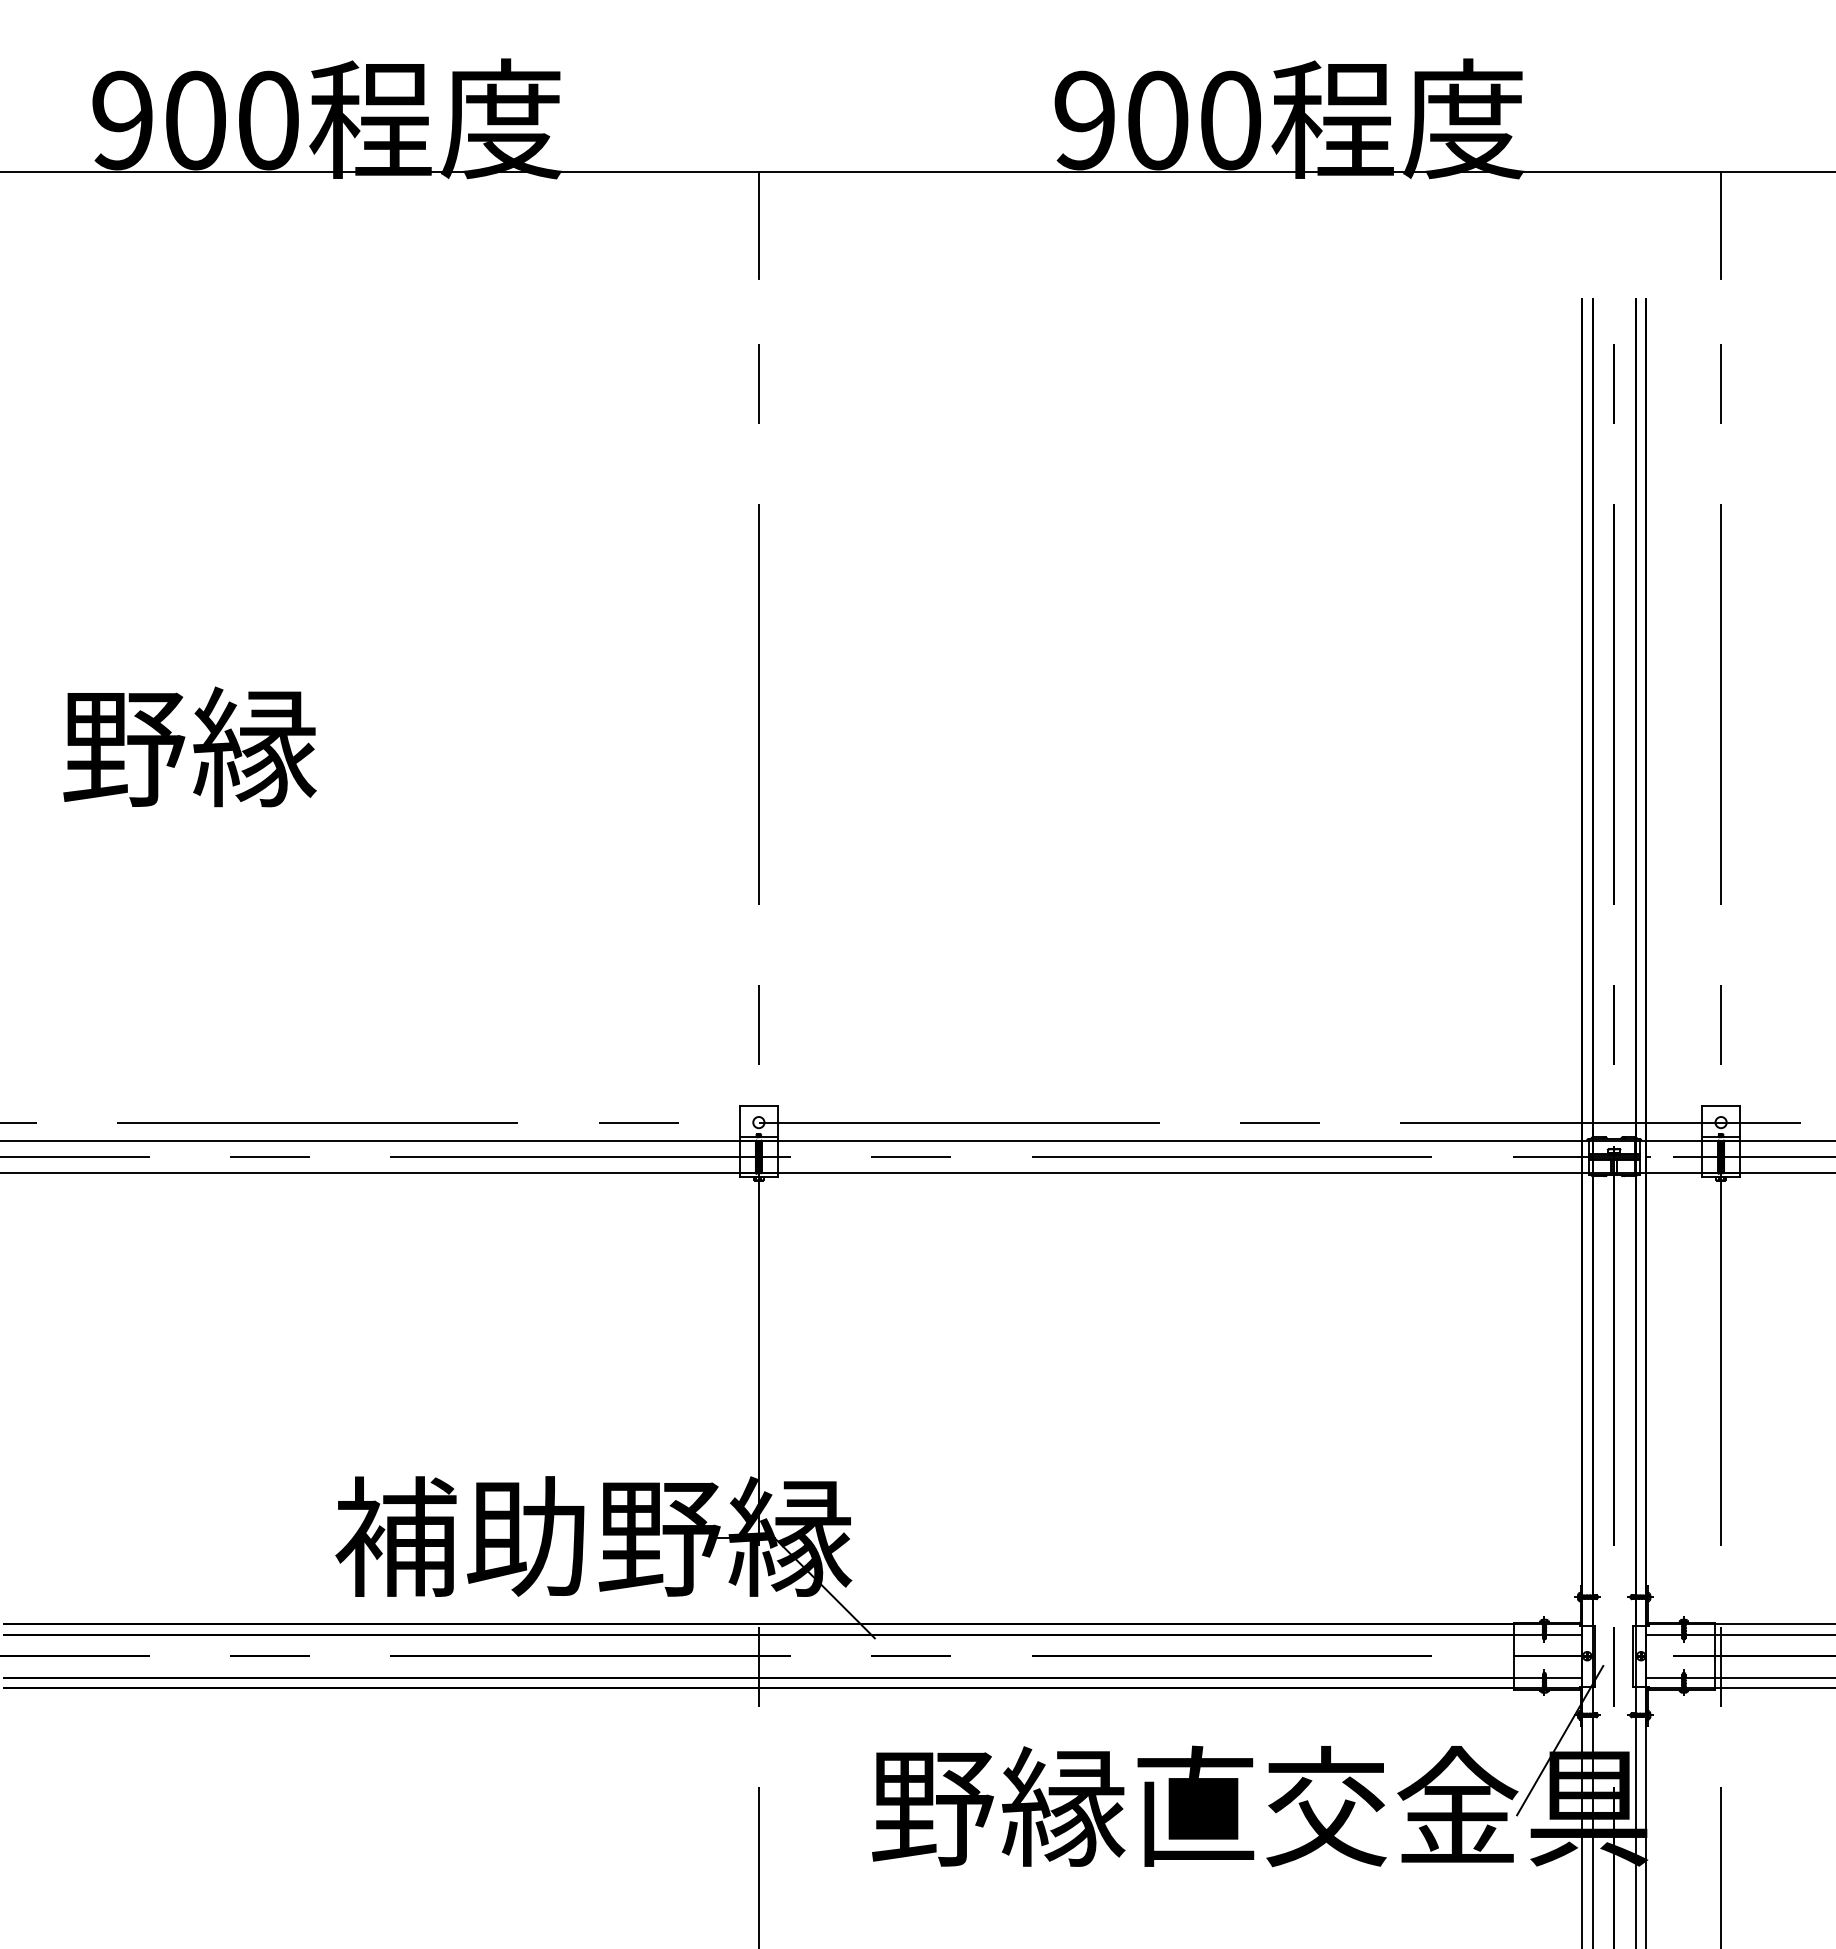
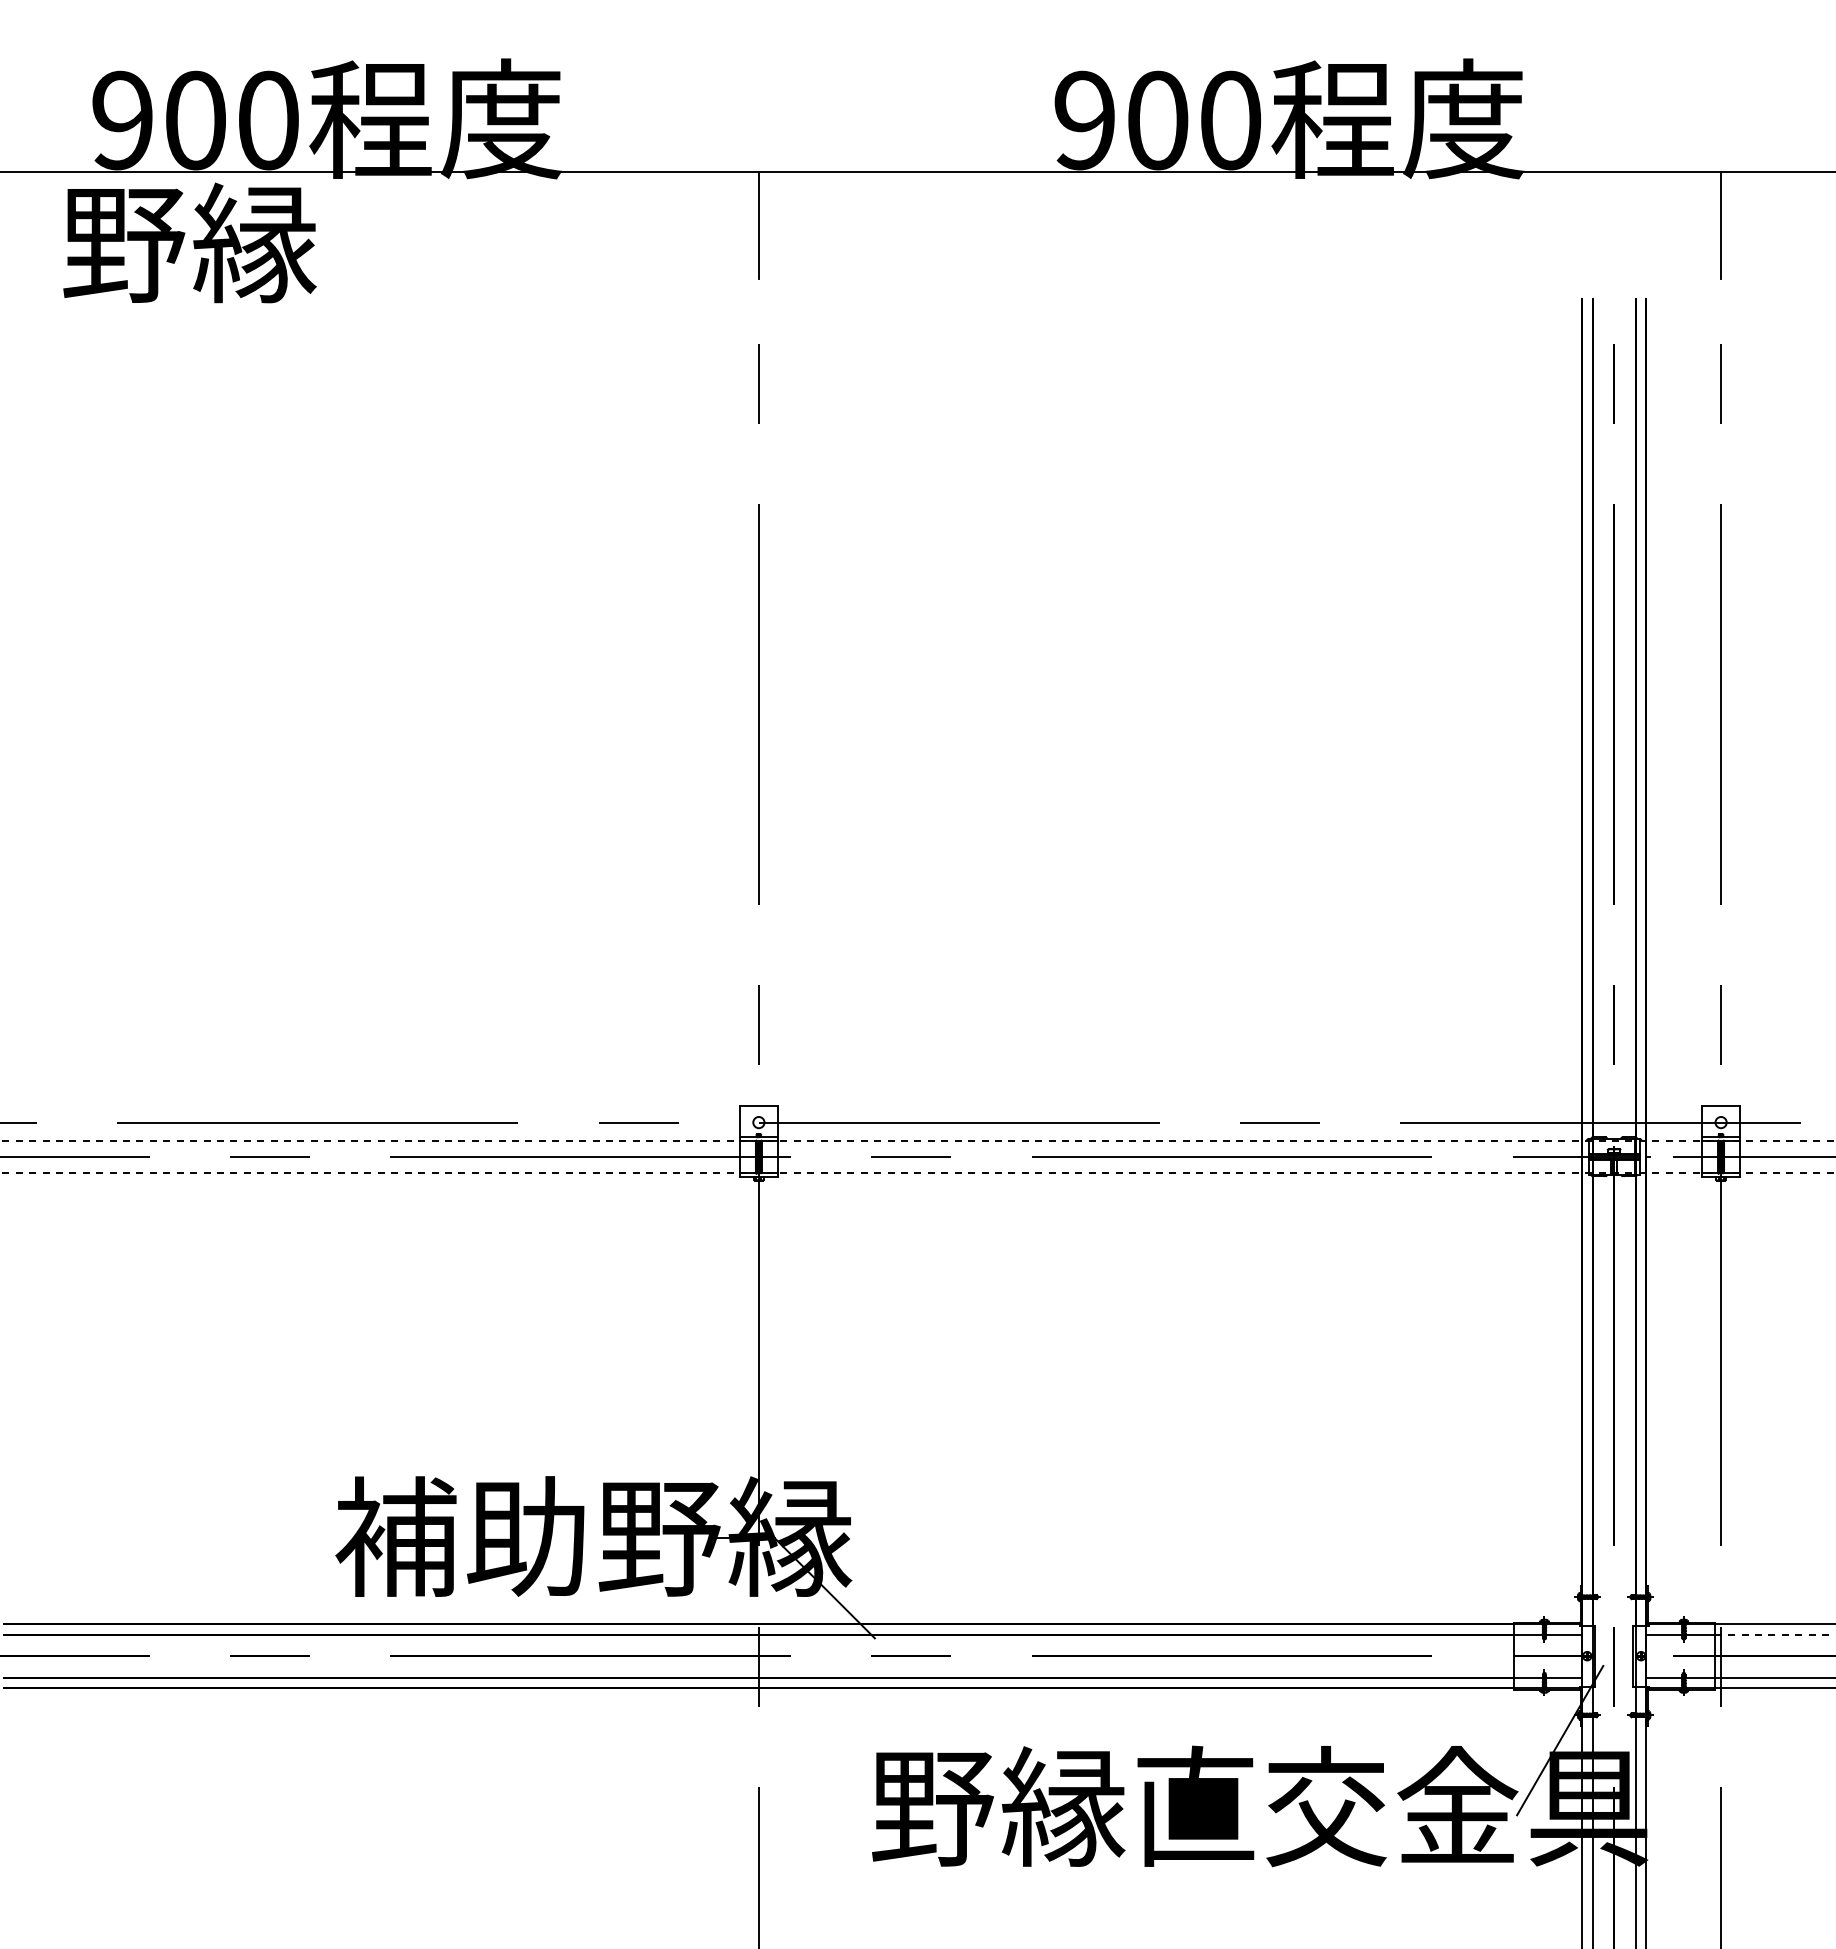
text at (189, 746) position: (189, 746) -> (189, 242)
line at (917, 1140): solid -> dashed
line at (917, 1172): solid -> dashed
line at (1774, 1634): solid -> dashed
